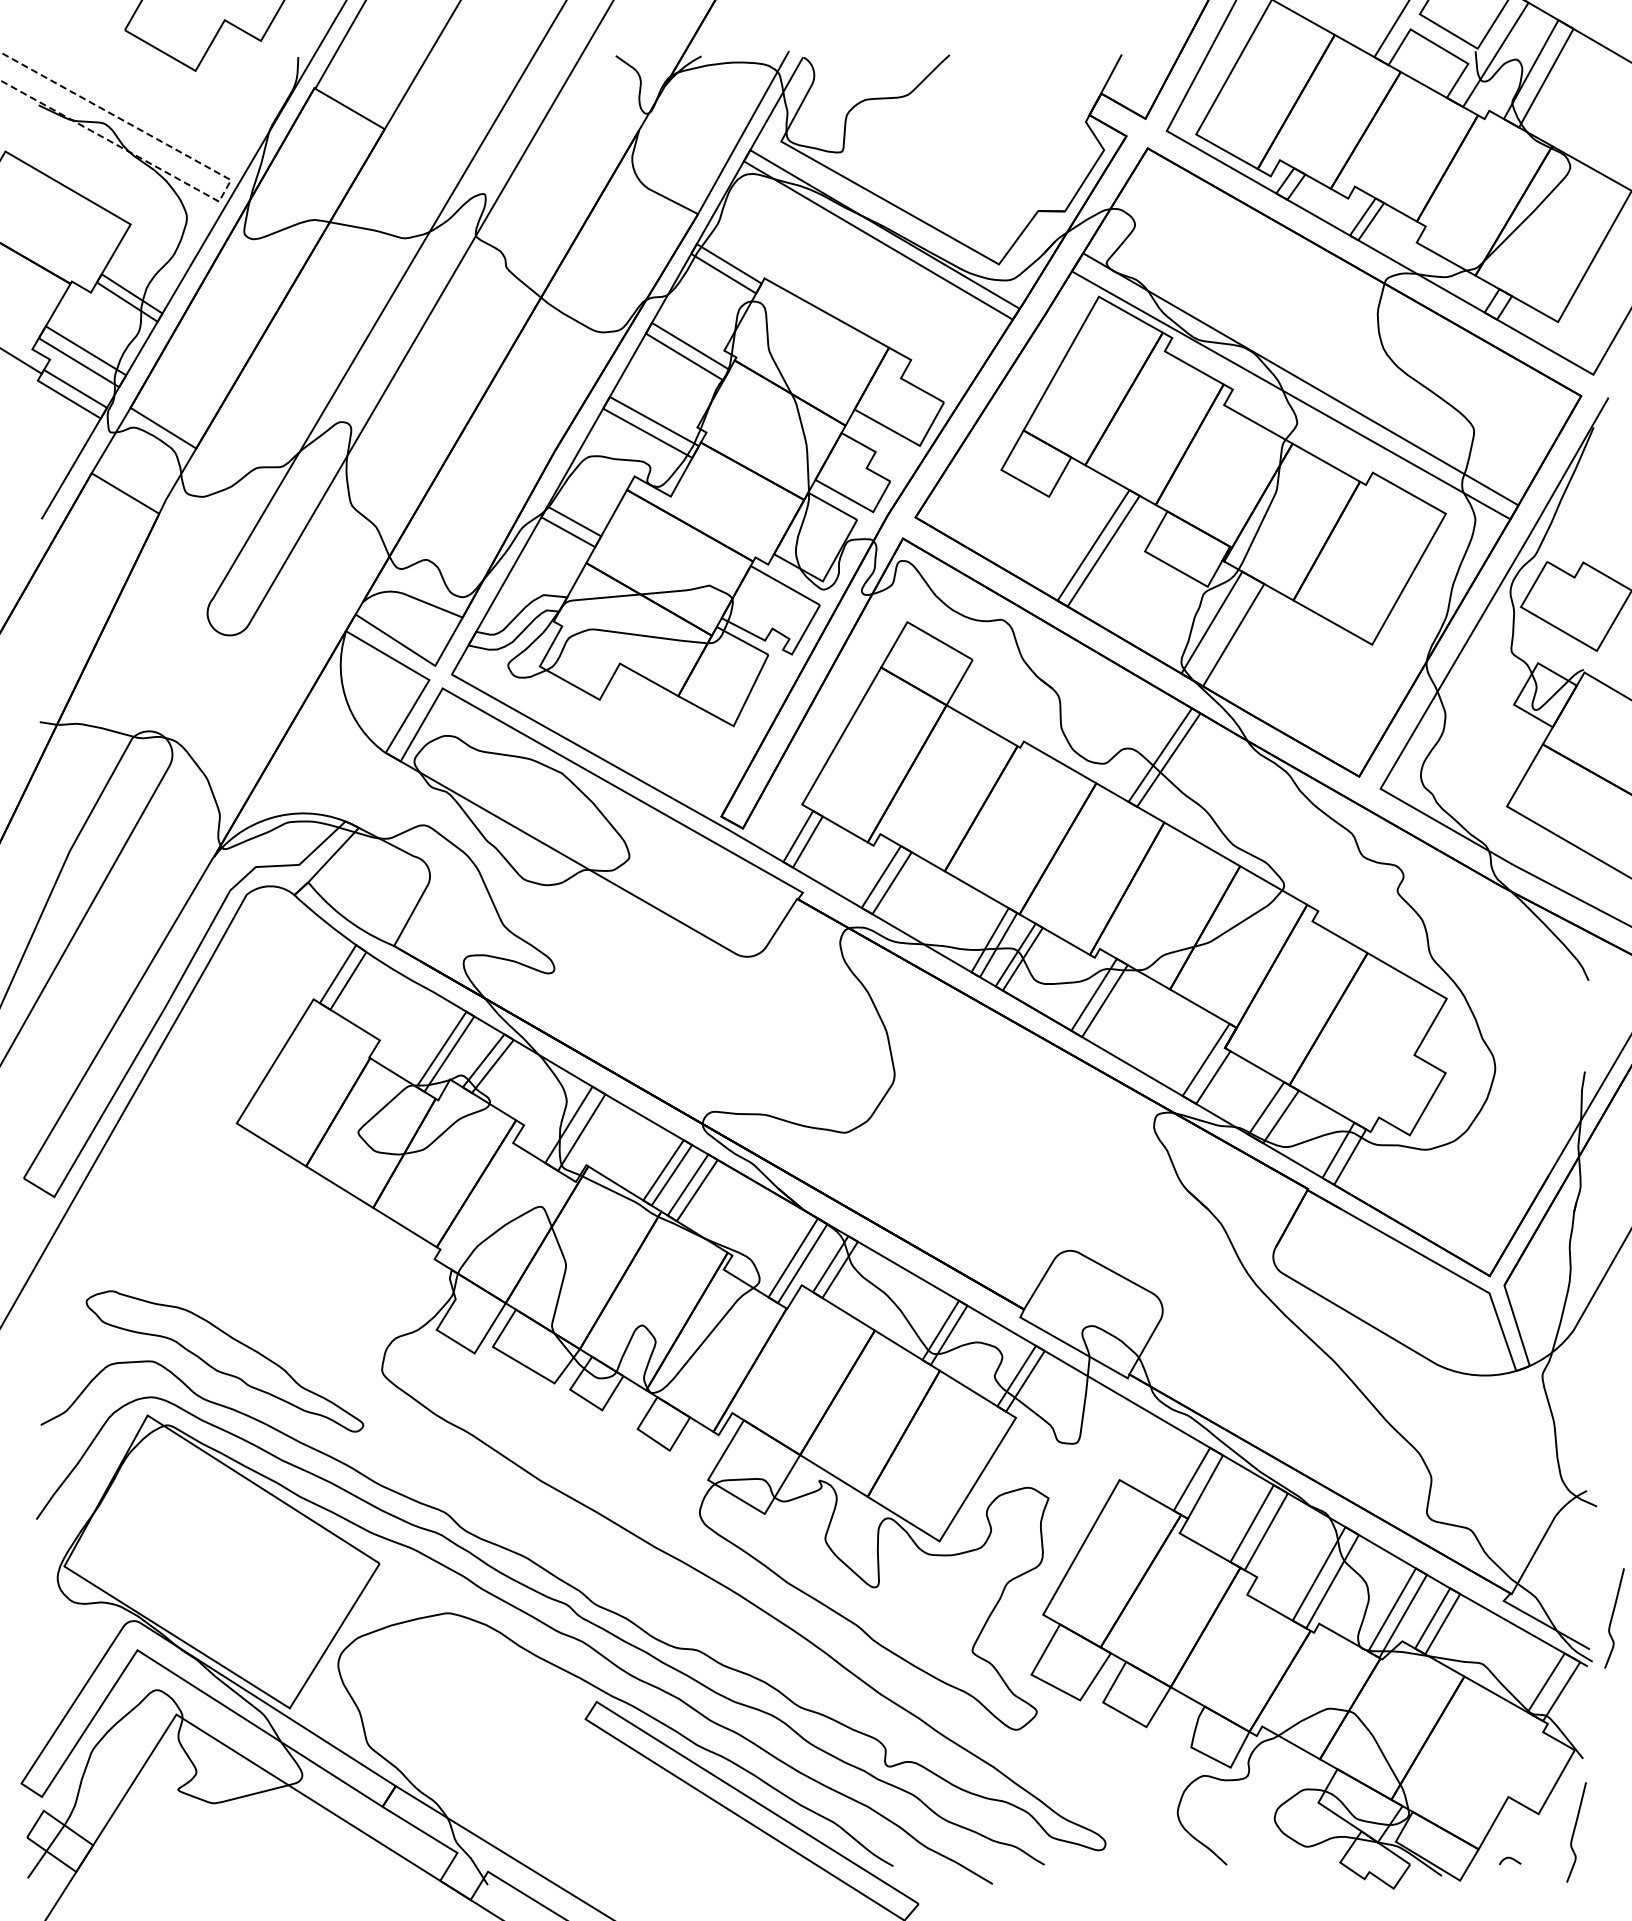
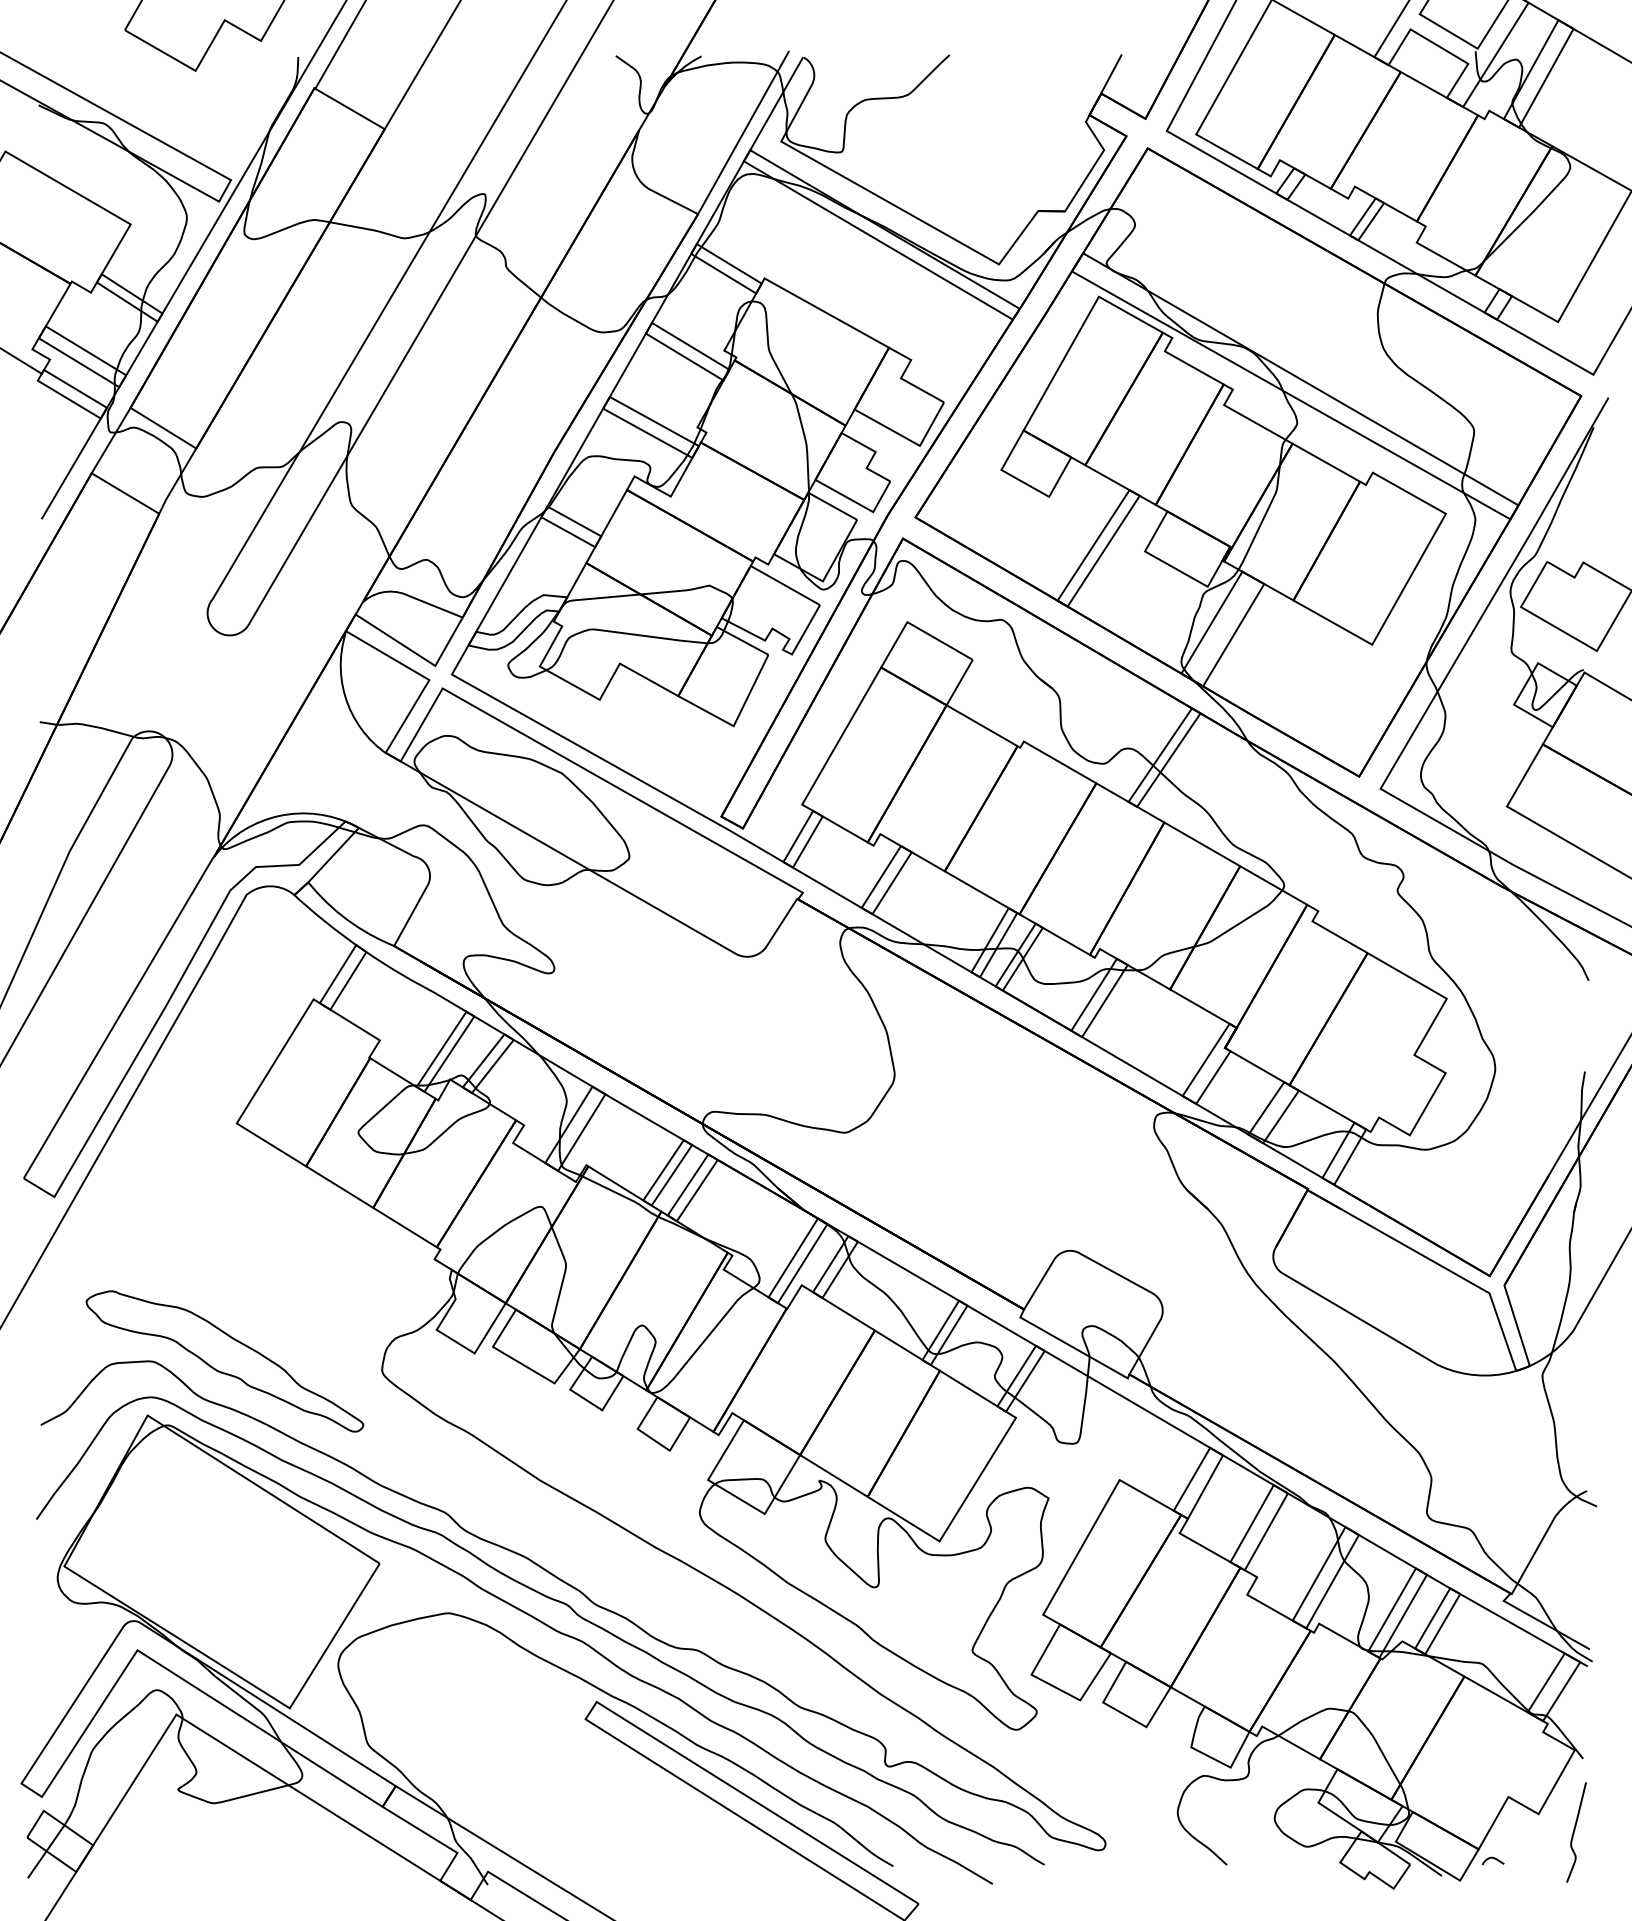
line at (228, 185): dashed -> solid
curve at (1612, 1618): present -> none
curve at (1509, 1858) position: (1509, 1858) -> (1492, 1858)
